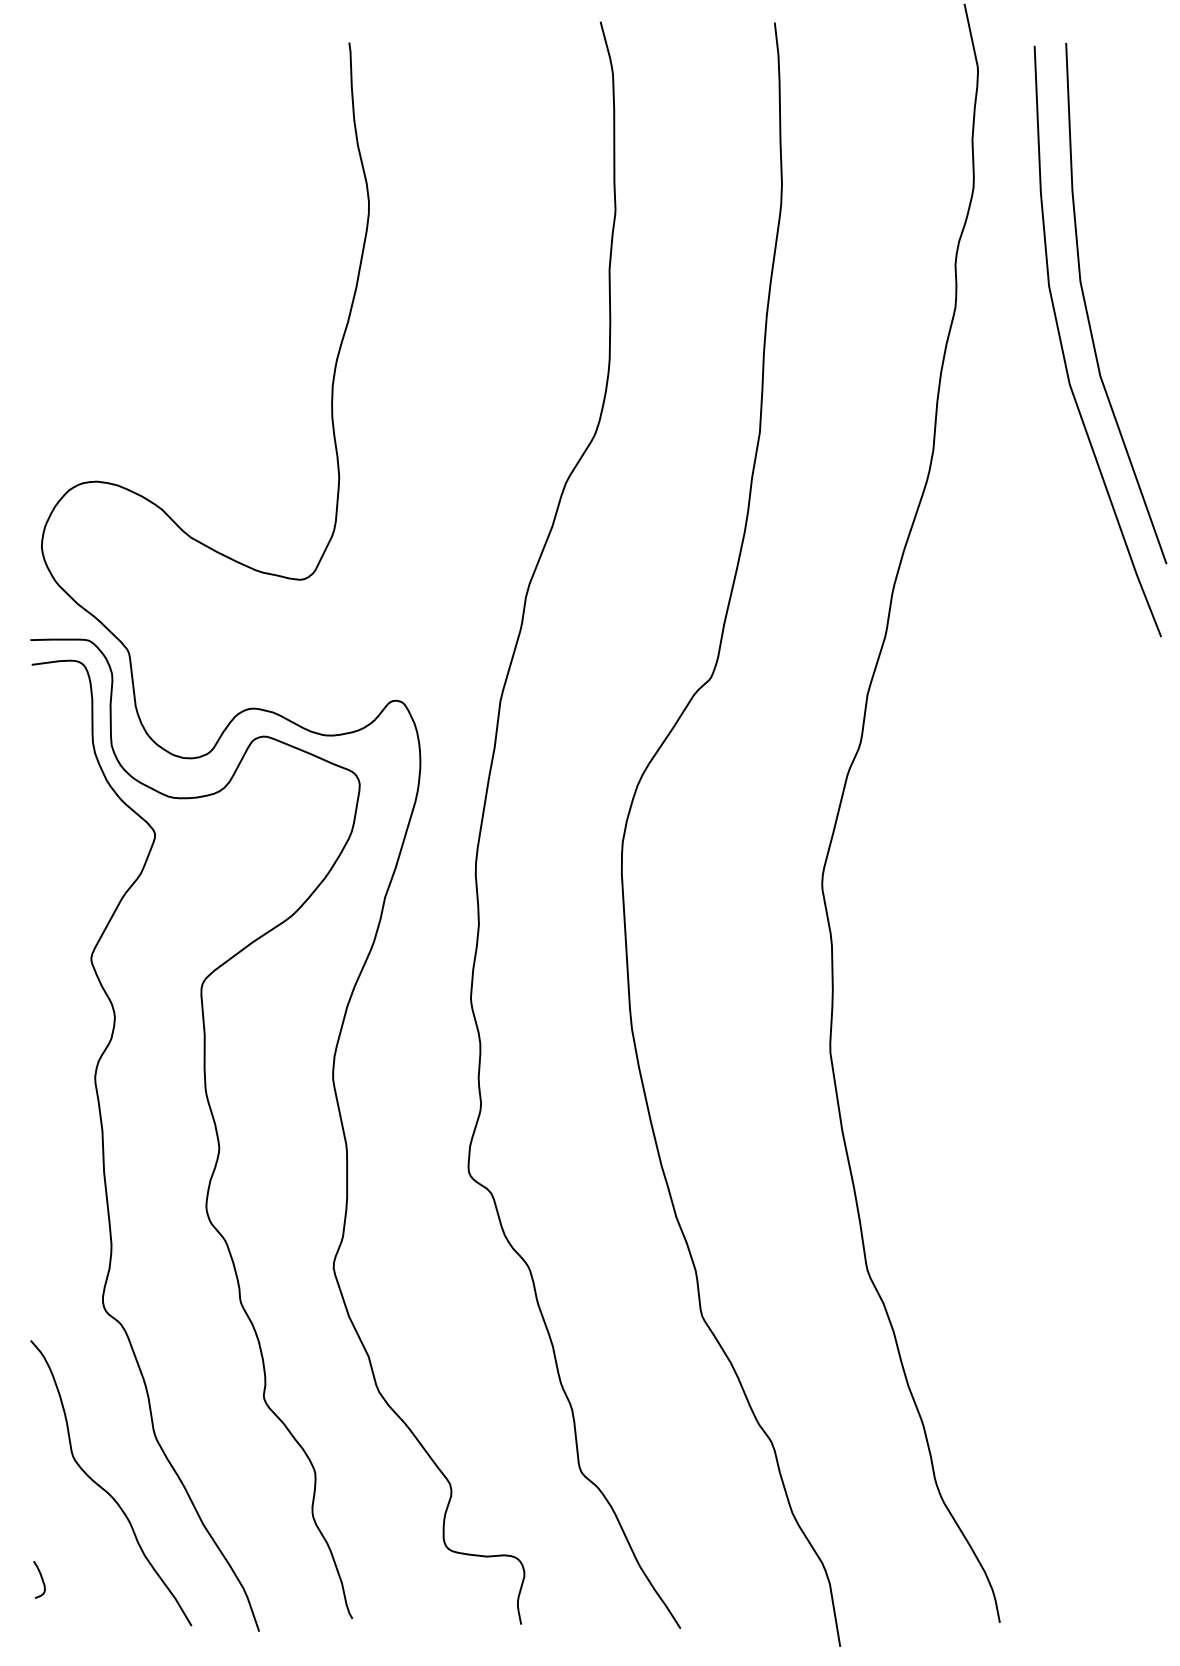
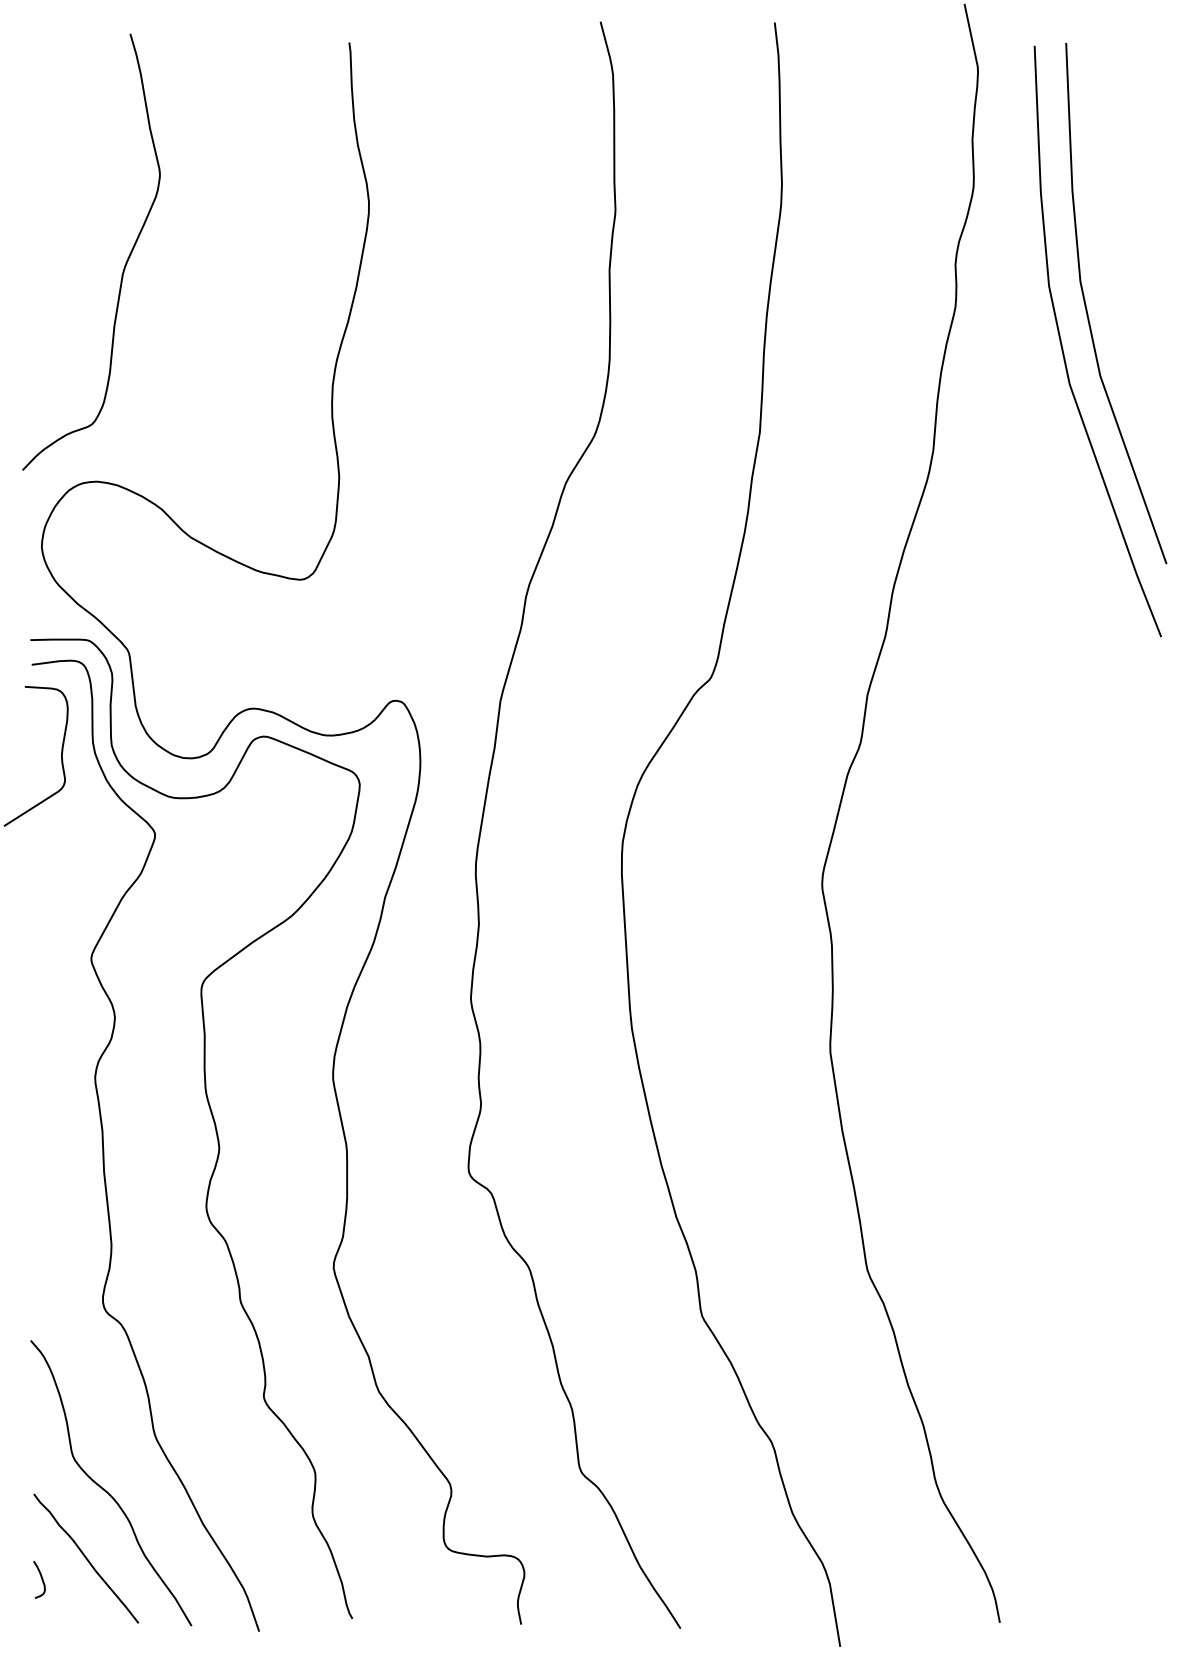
curve at (125, 262): none -> present
curve at (61, 756): none -> present
curve at (86, 1558): none -> present
